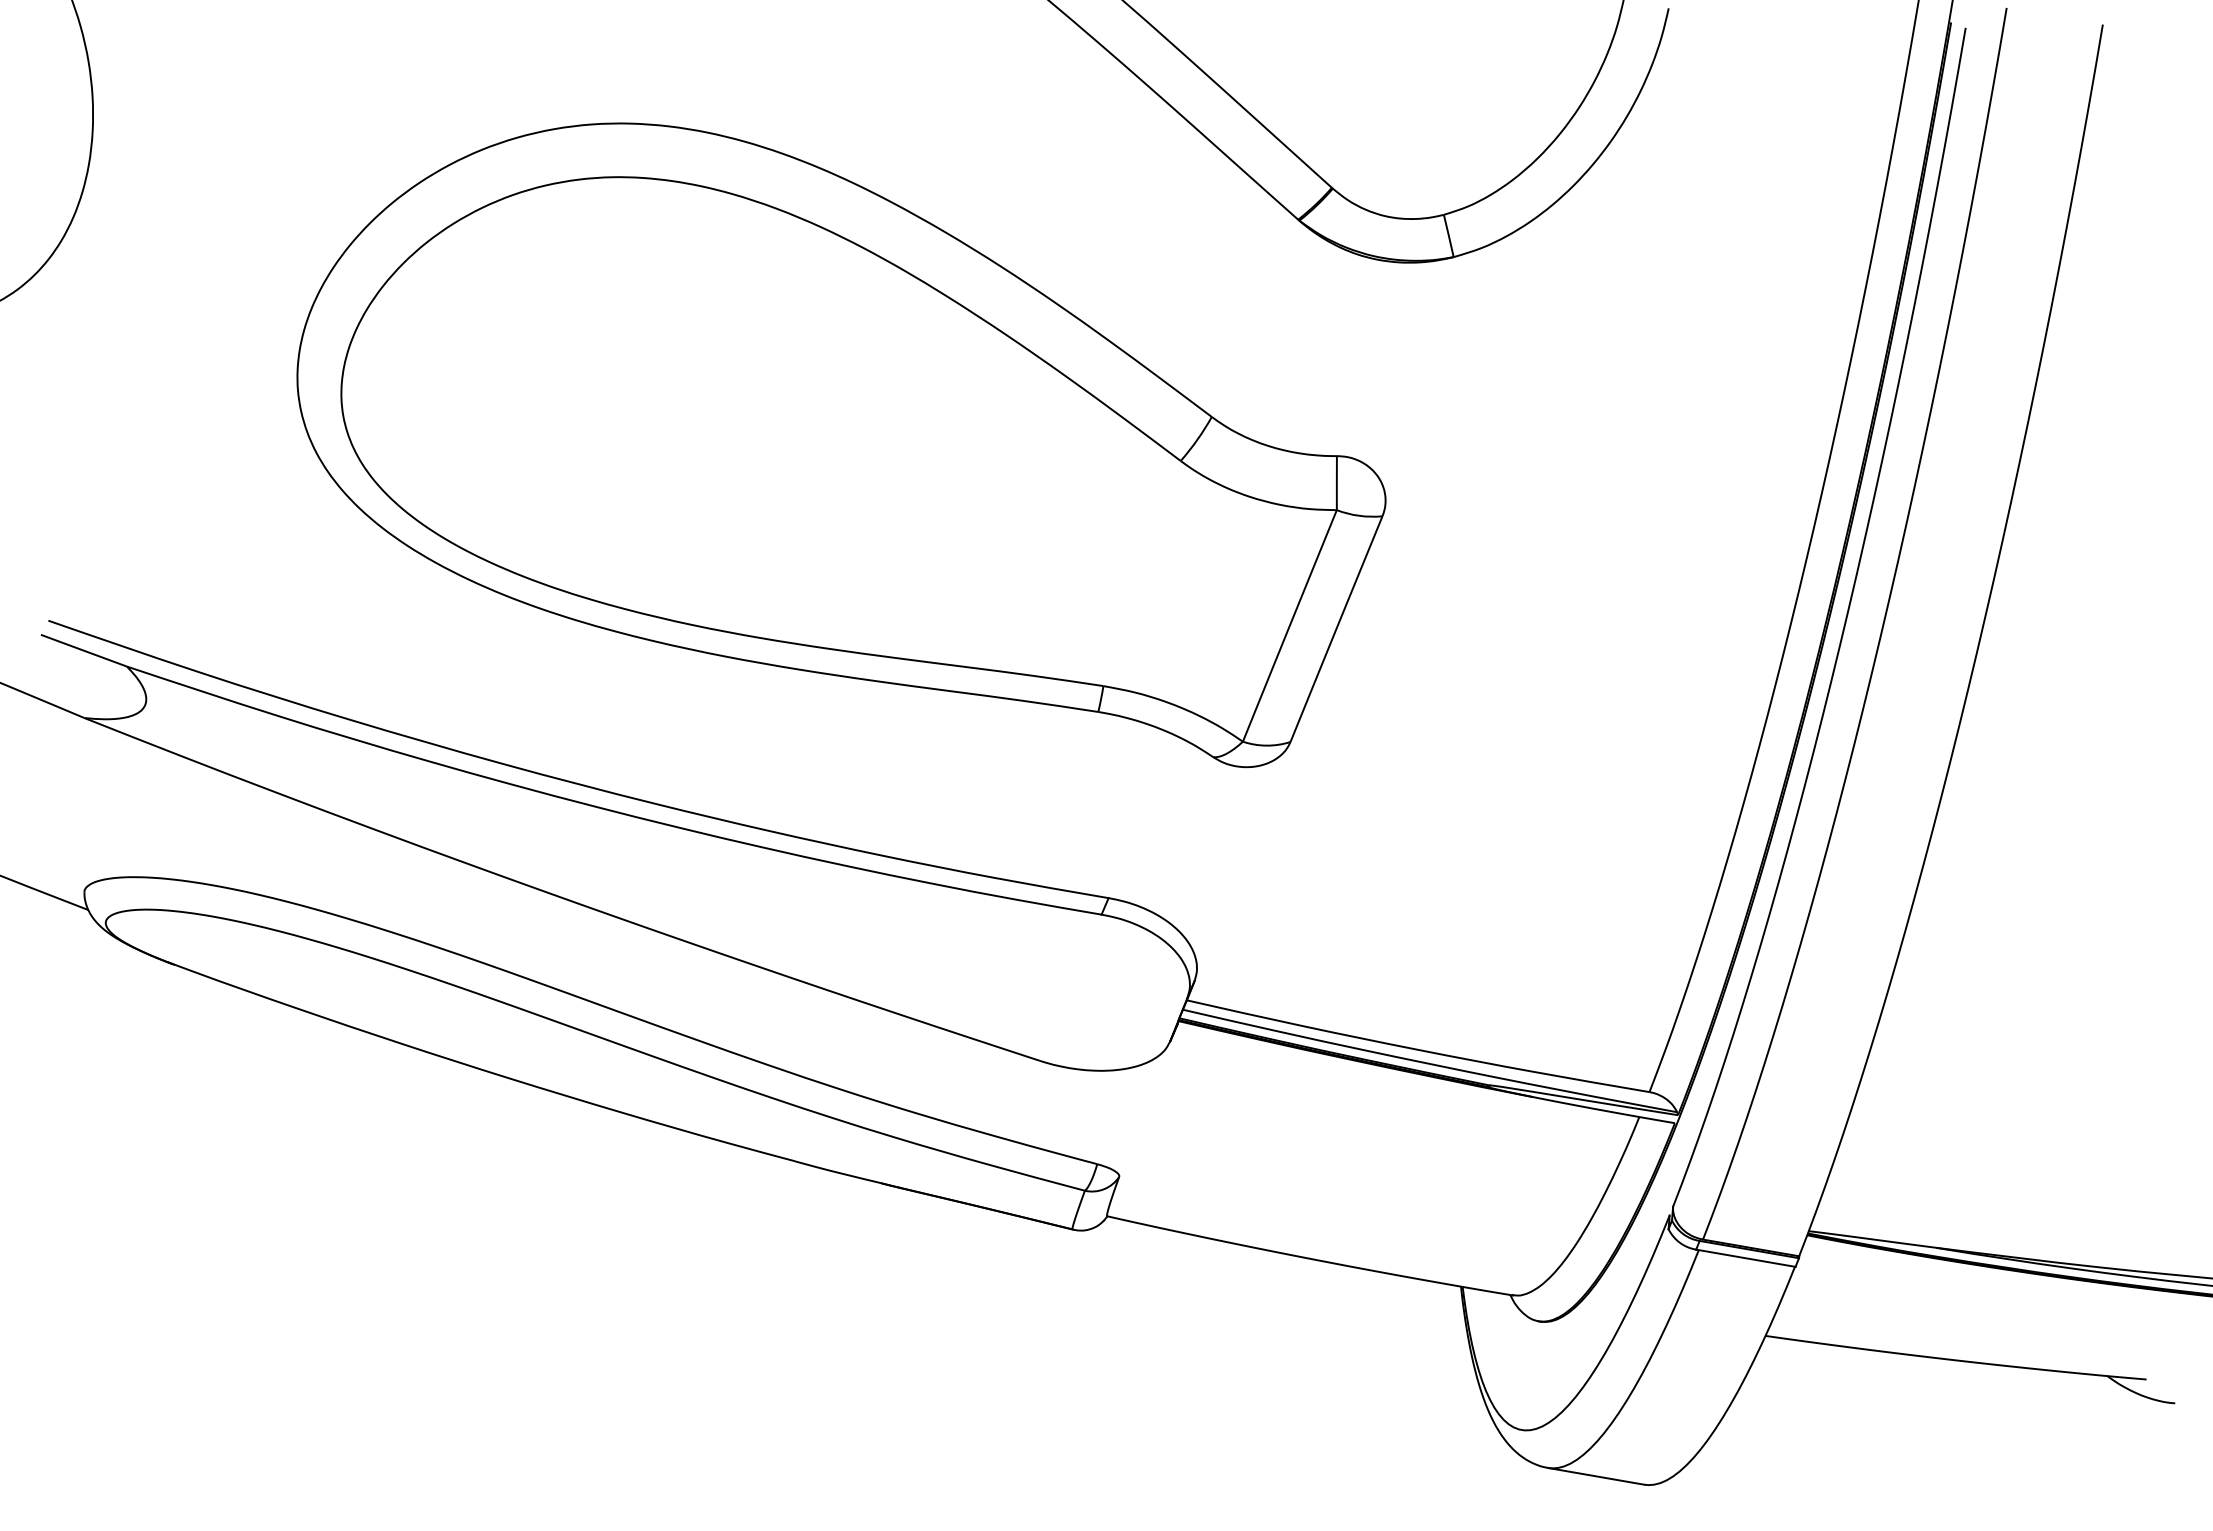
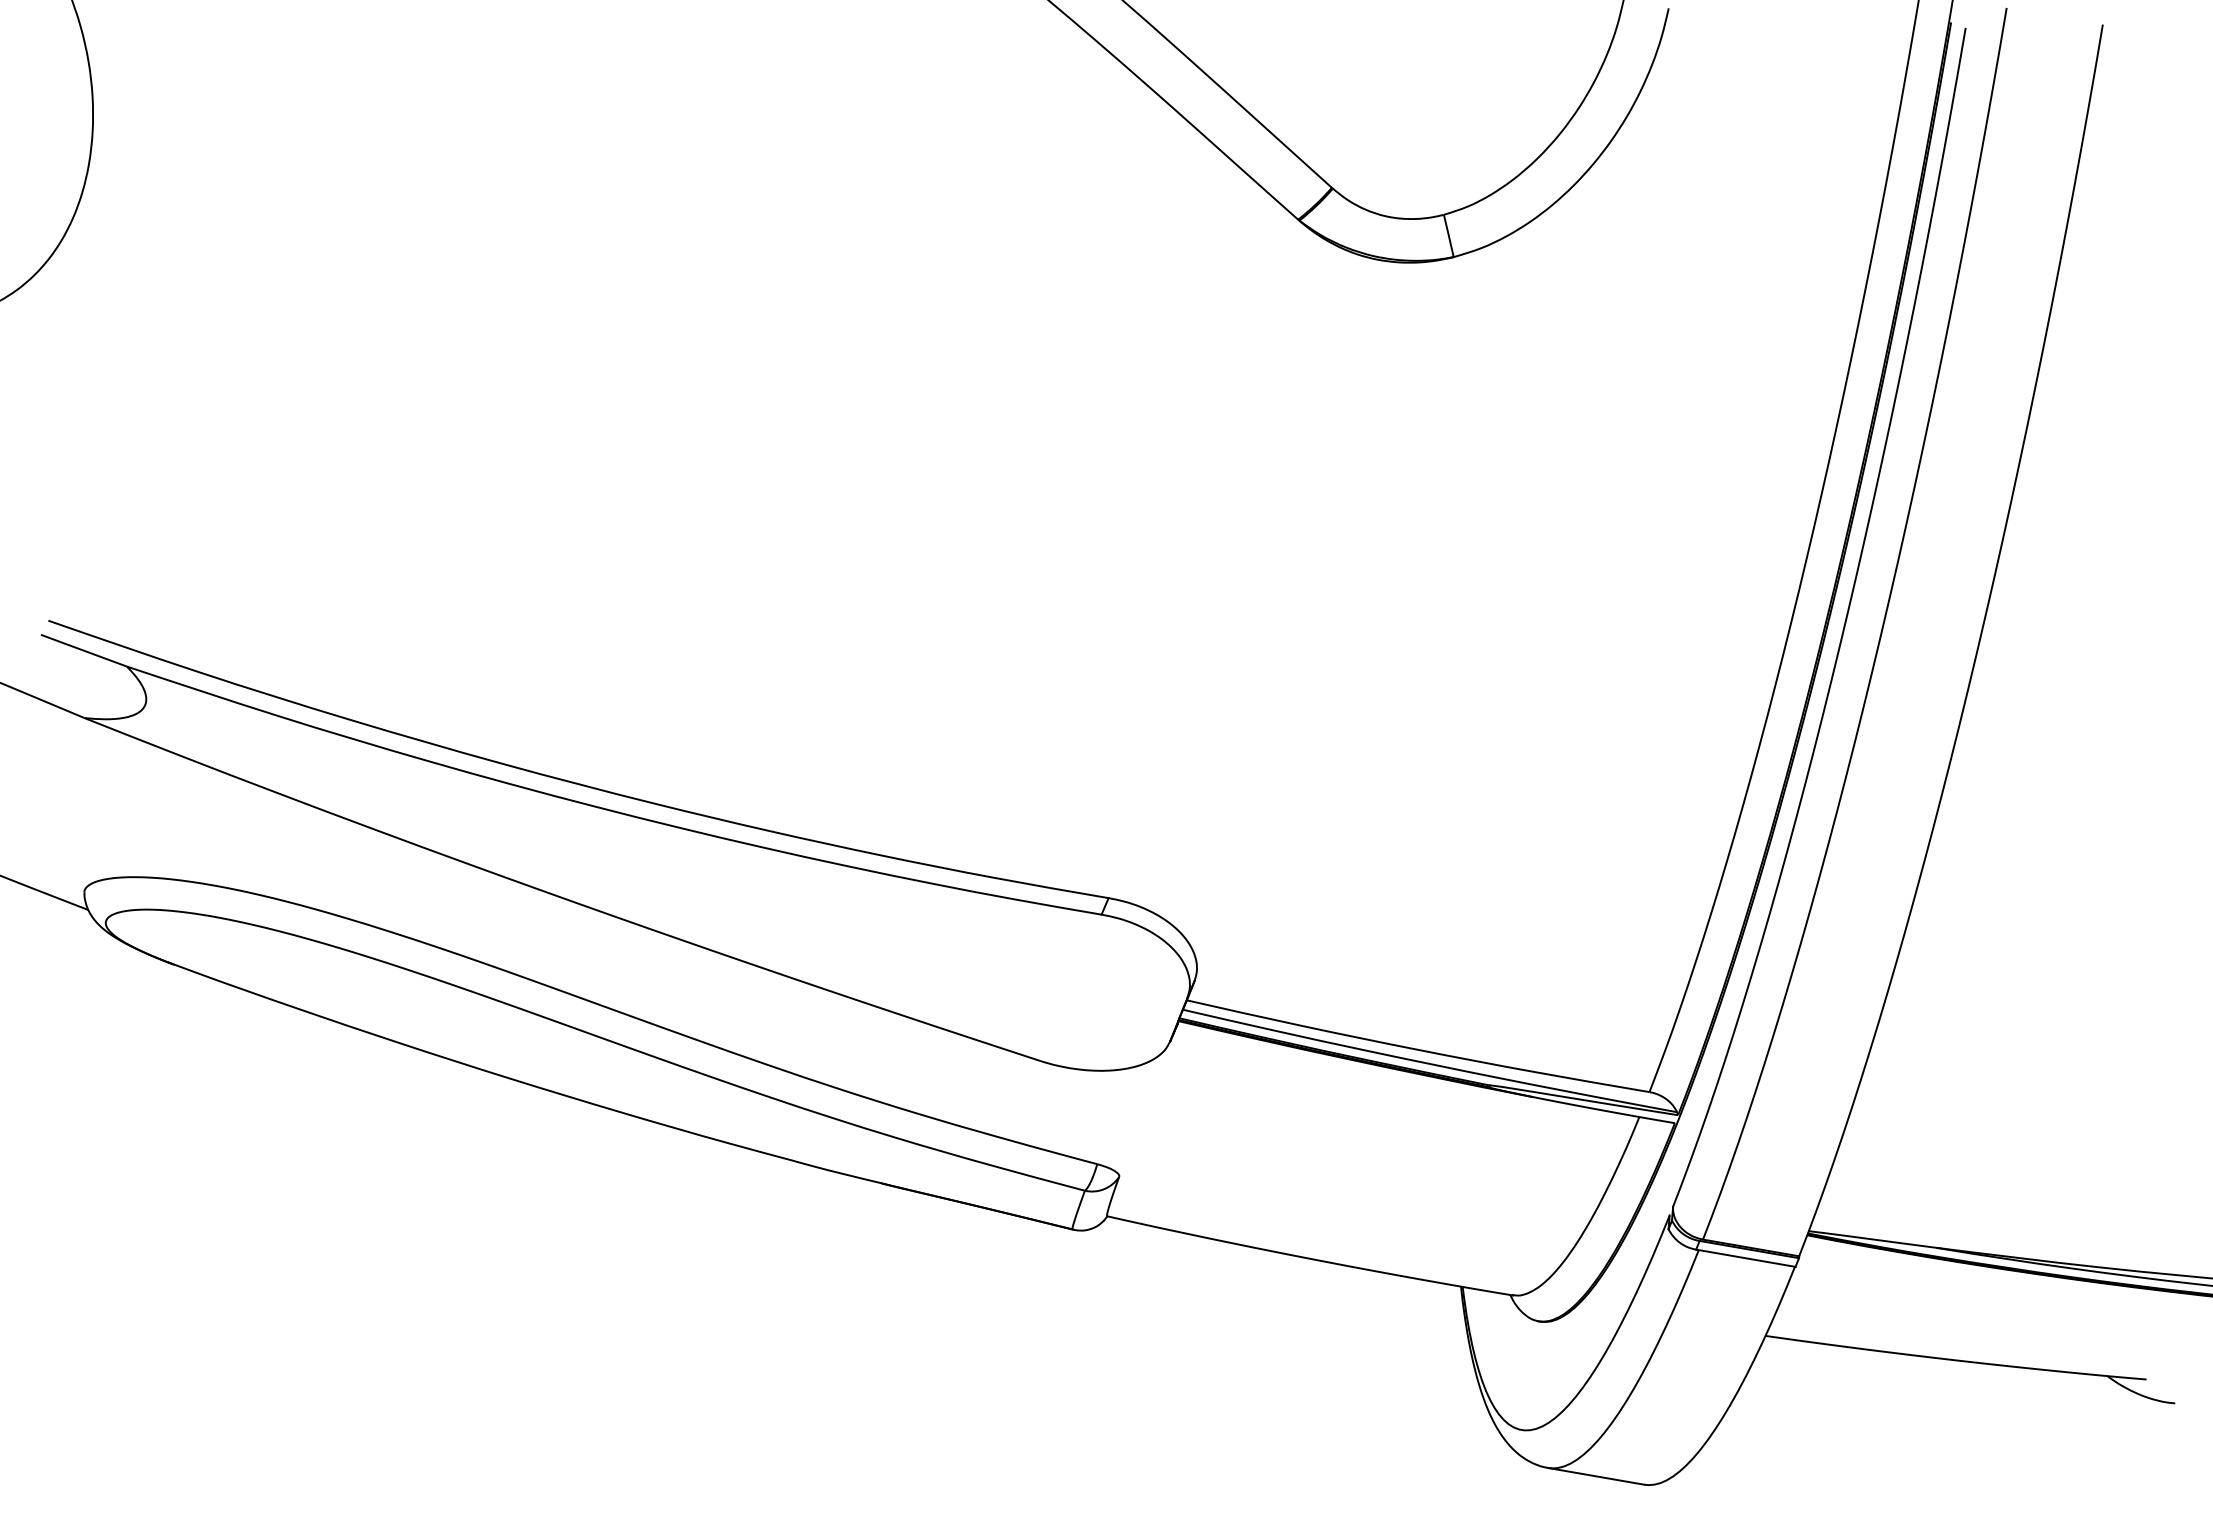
part at (841, 445): present -> none
